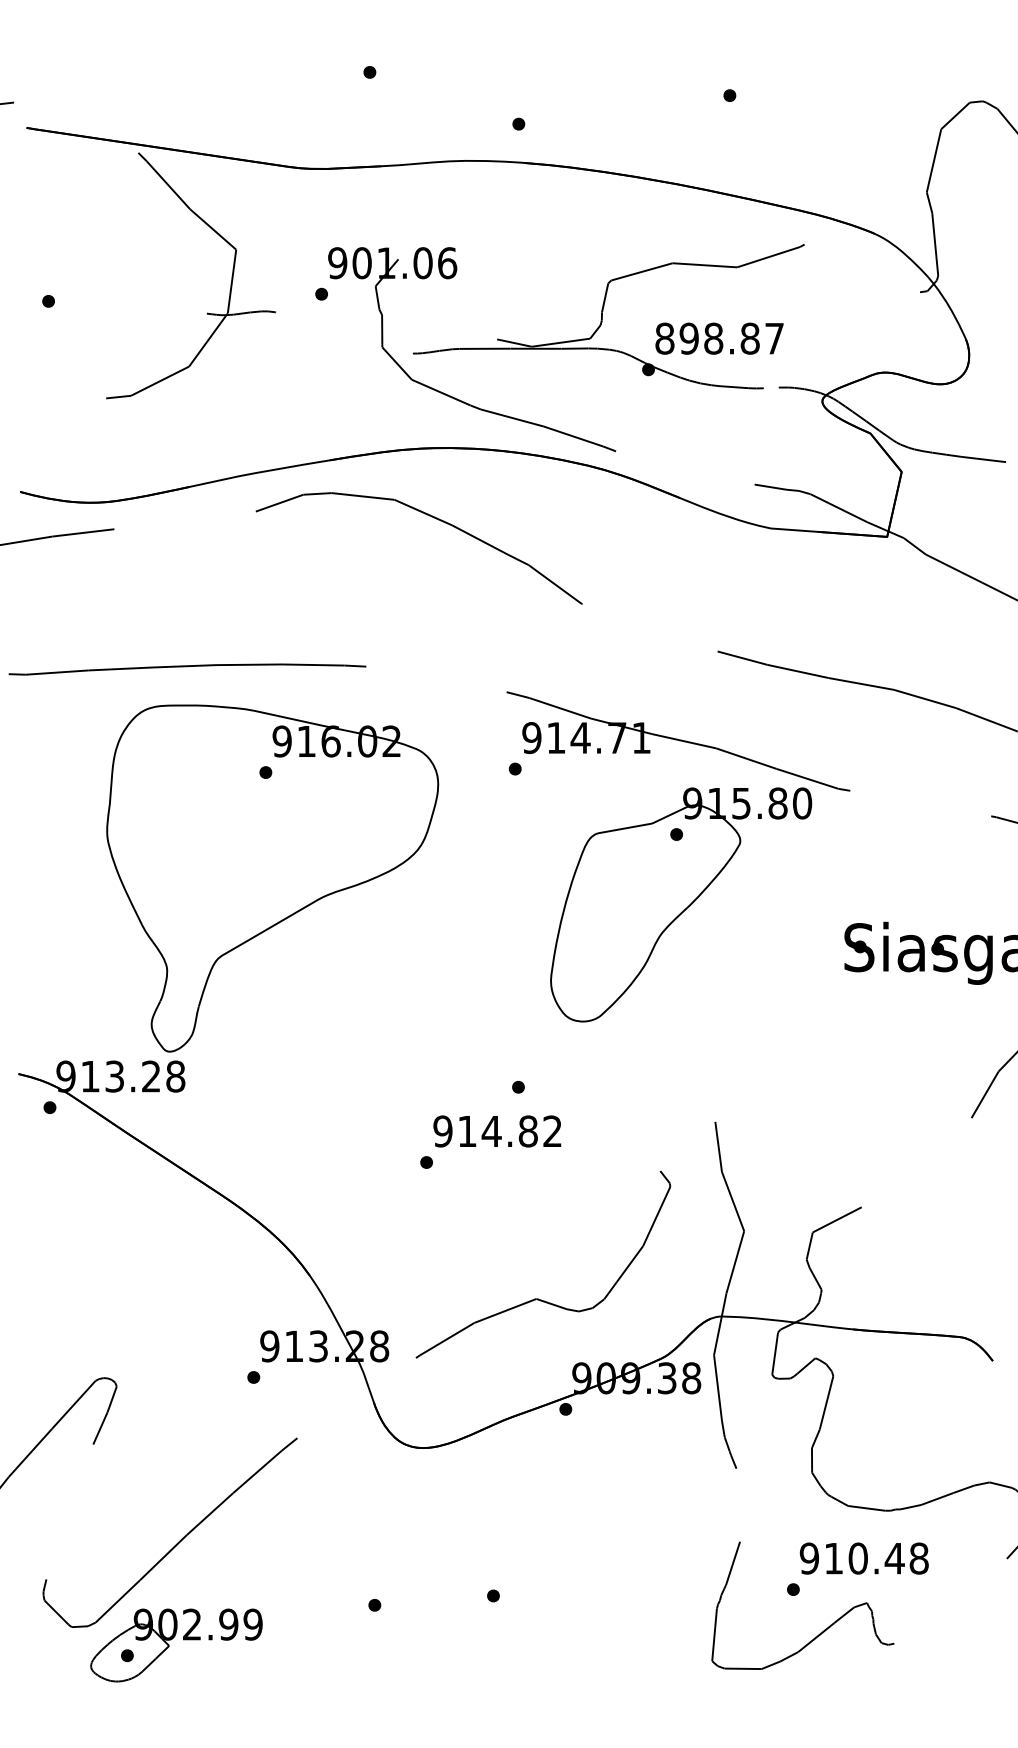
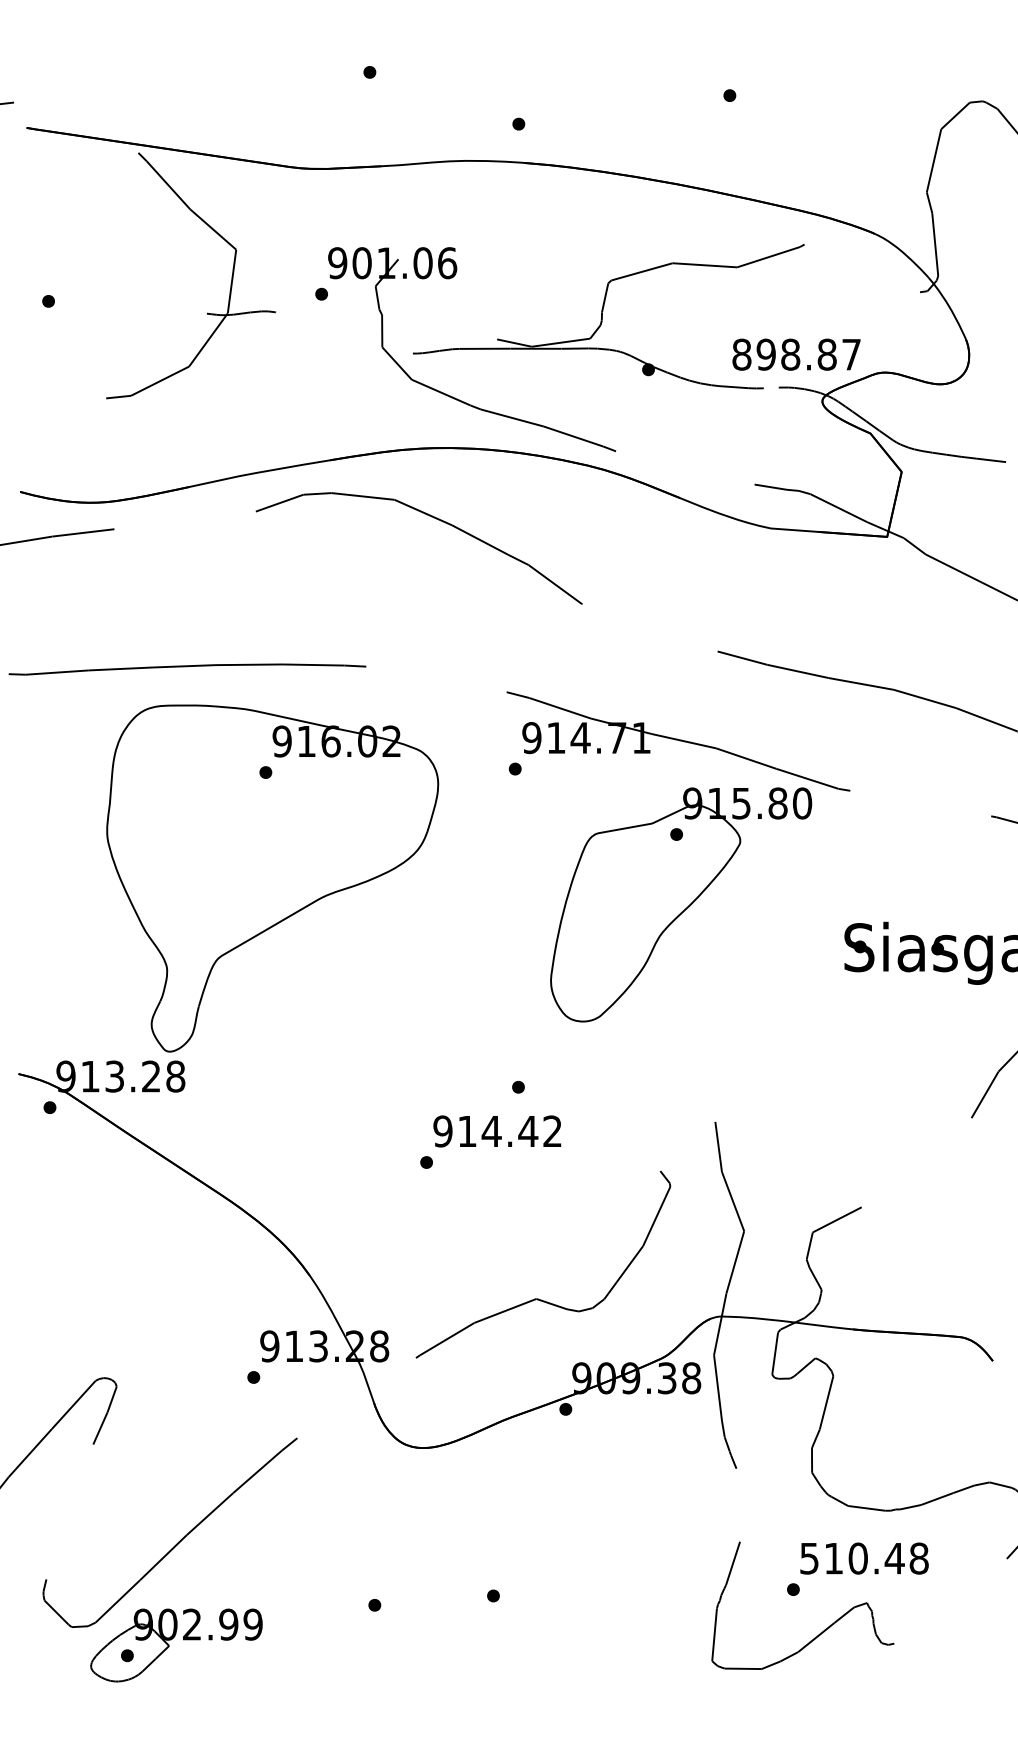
text at (719, 338) position: (719, 338) -> (796, 354)
text at (528, 1131): 914.82 -> 914.42
text at (808, 1558): 910.48 -> 510.48
